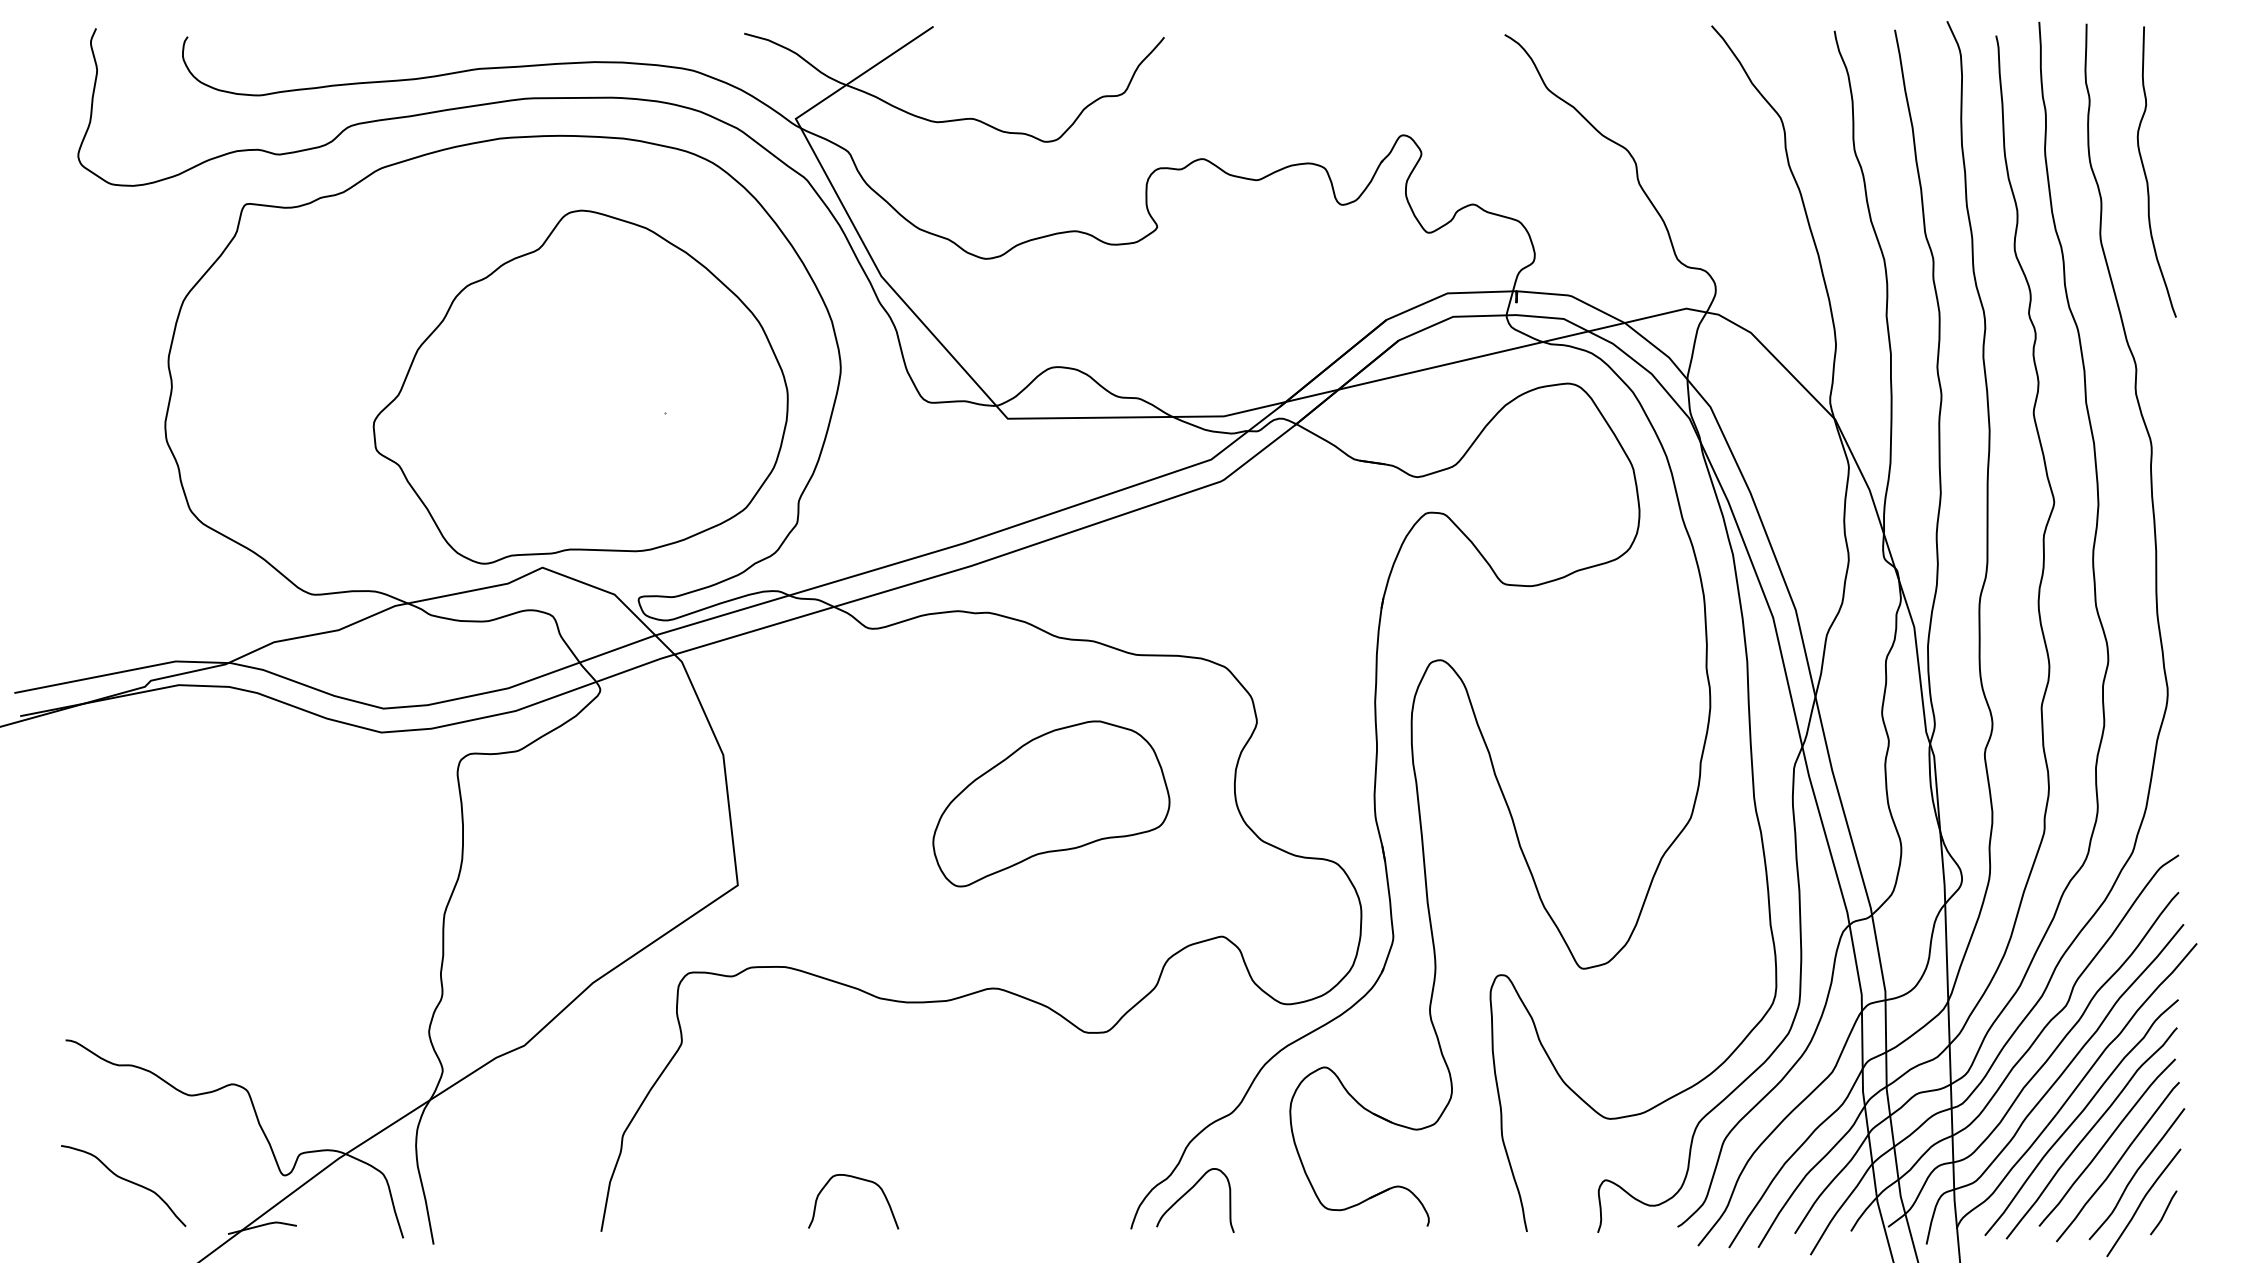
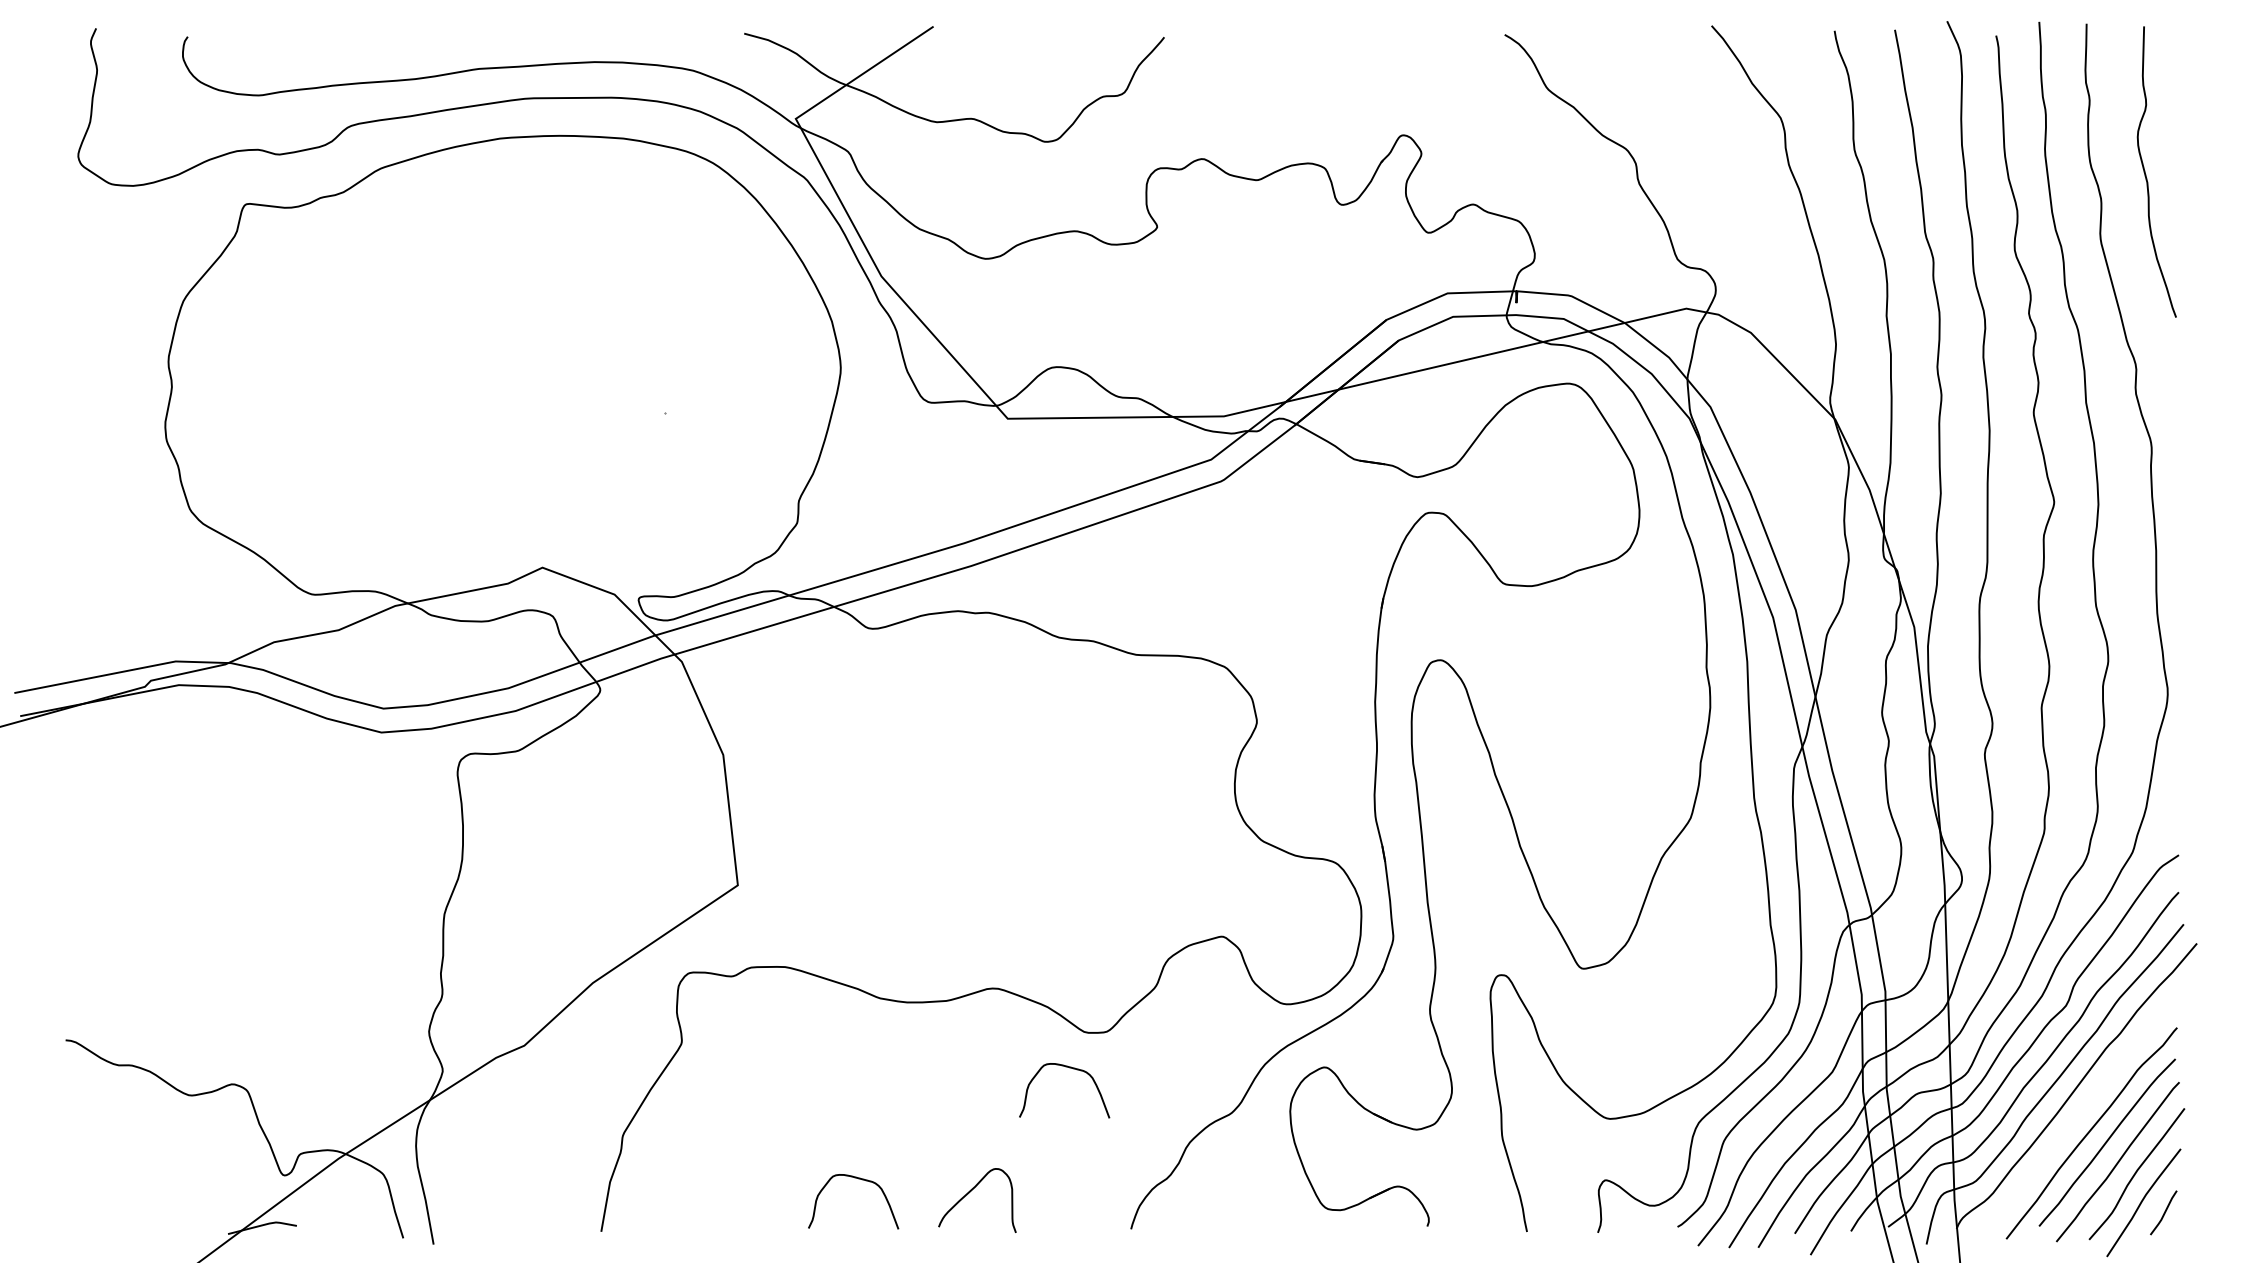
part at (580, 386): present -> none
part at (1051, 803): present -> none
curve at (1069, 1068): none -> present
curve at (2080, 1115): present -> none
curve at (126, 1181): present -> none
curve at (1188, 1192) position: (1188, 1192) -> (970, 1192)
